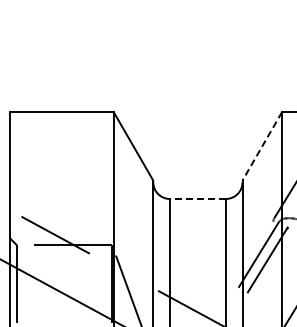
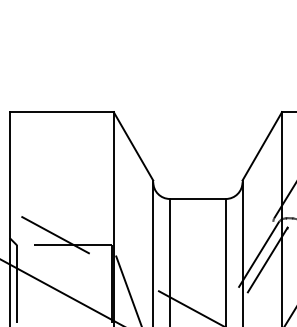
line at (262, 146): dashed -> solid
line at (197, 198): dashed -> solid
